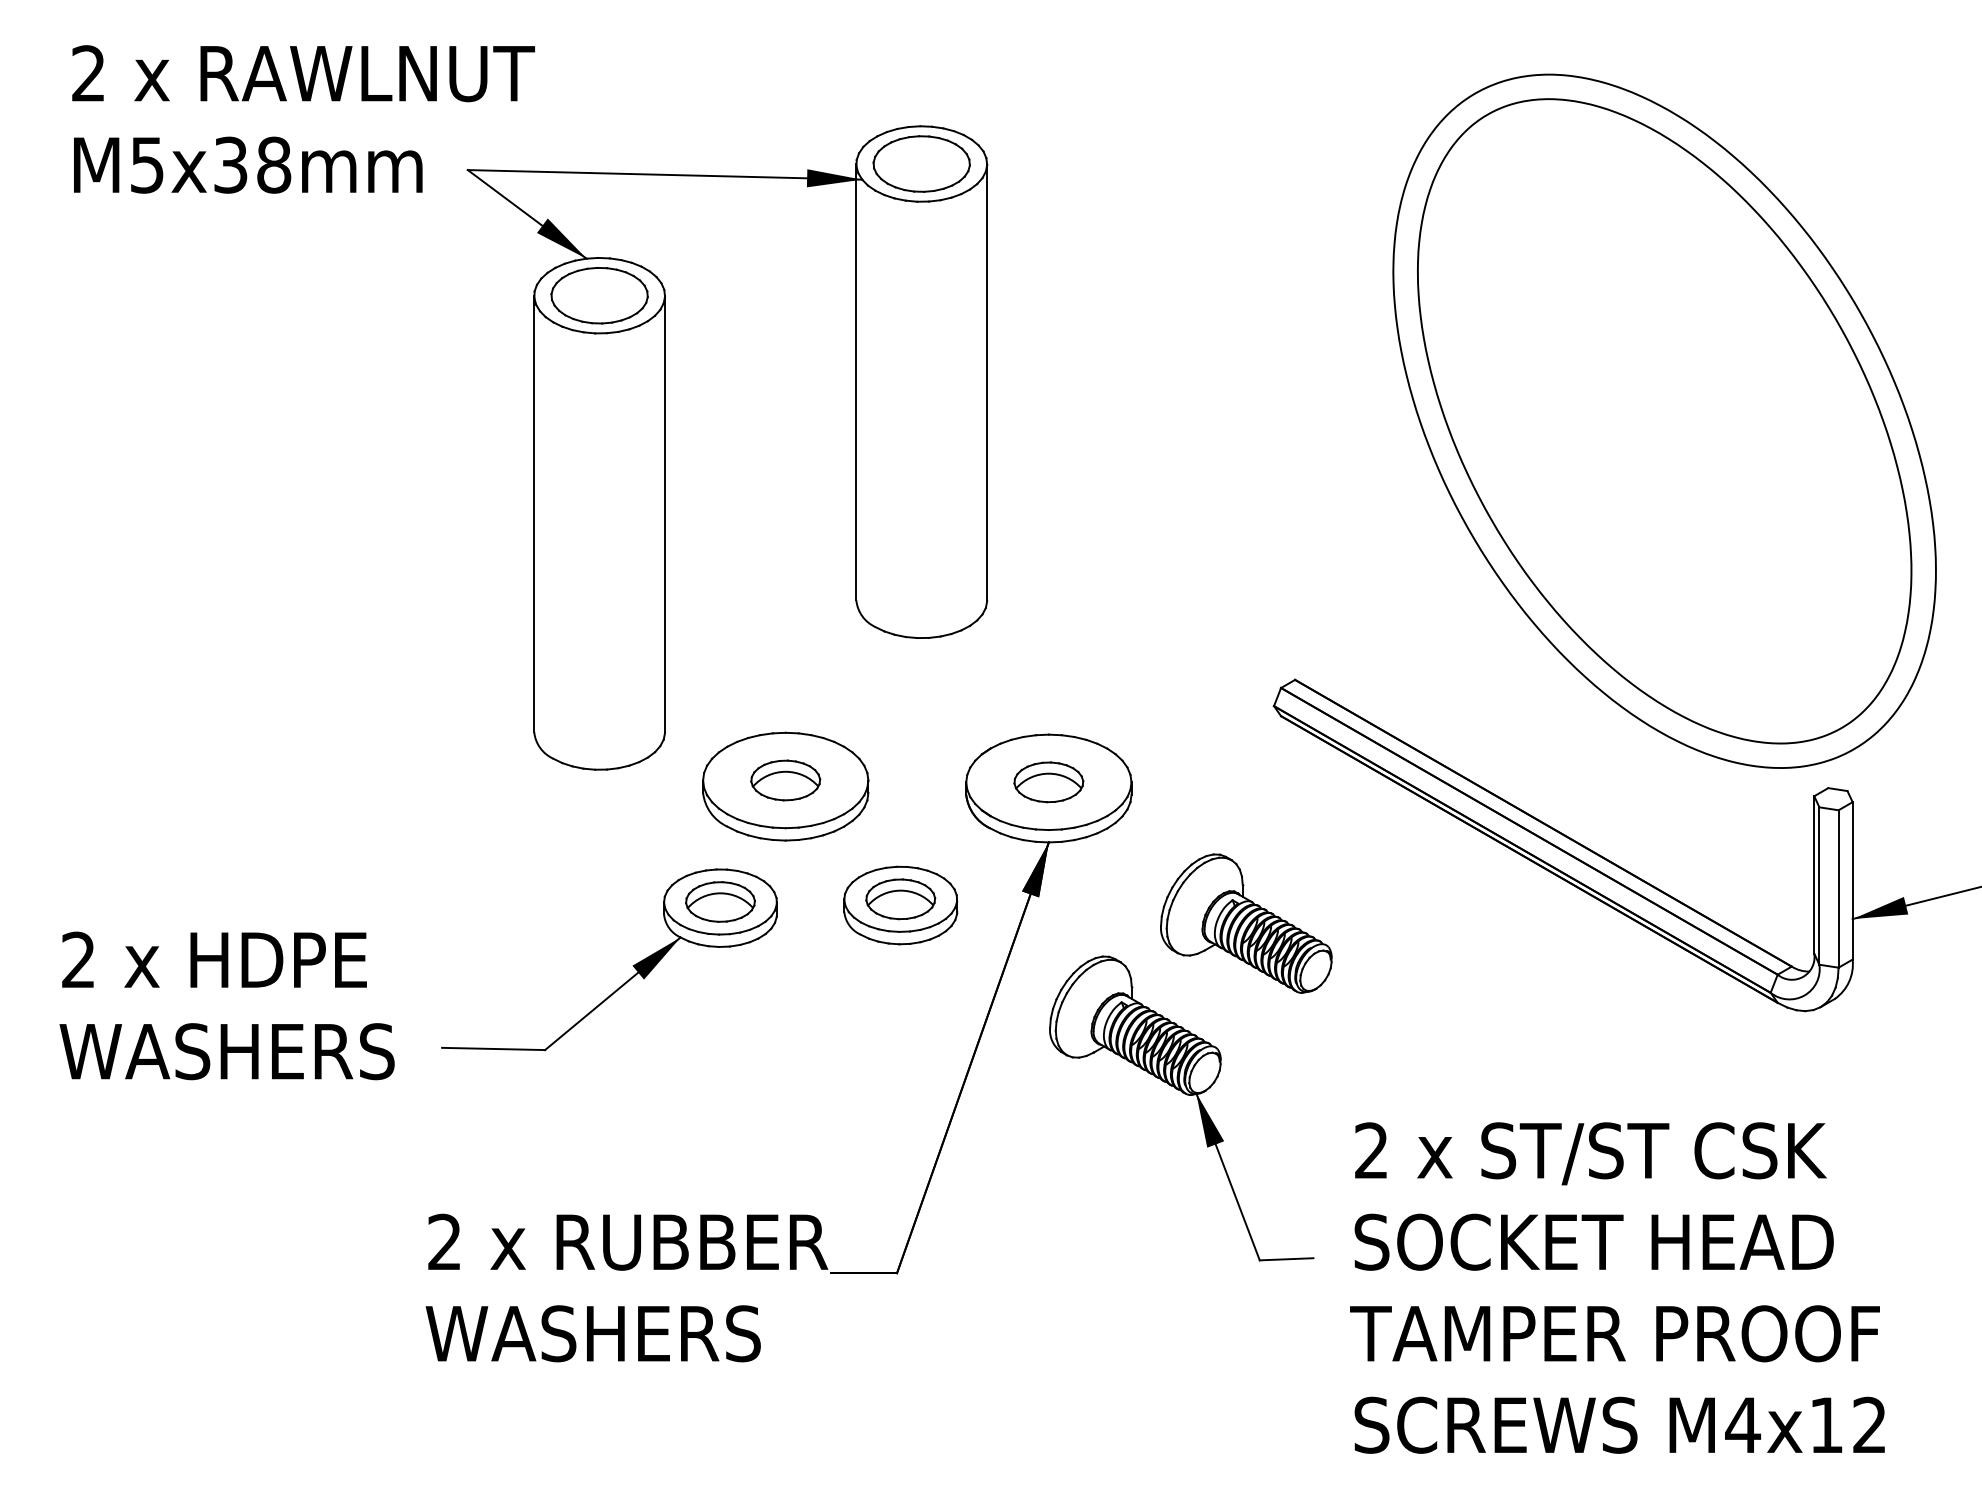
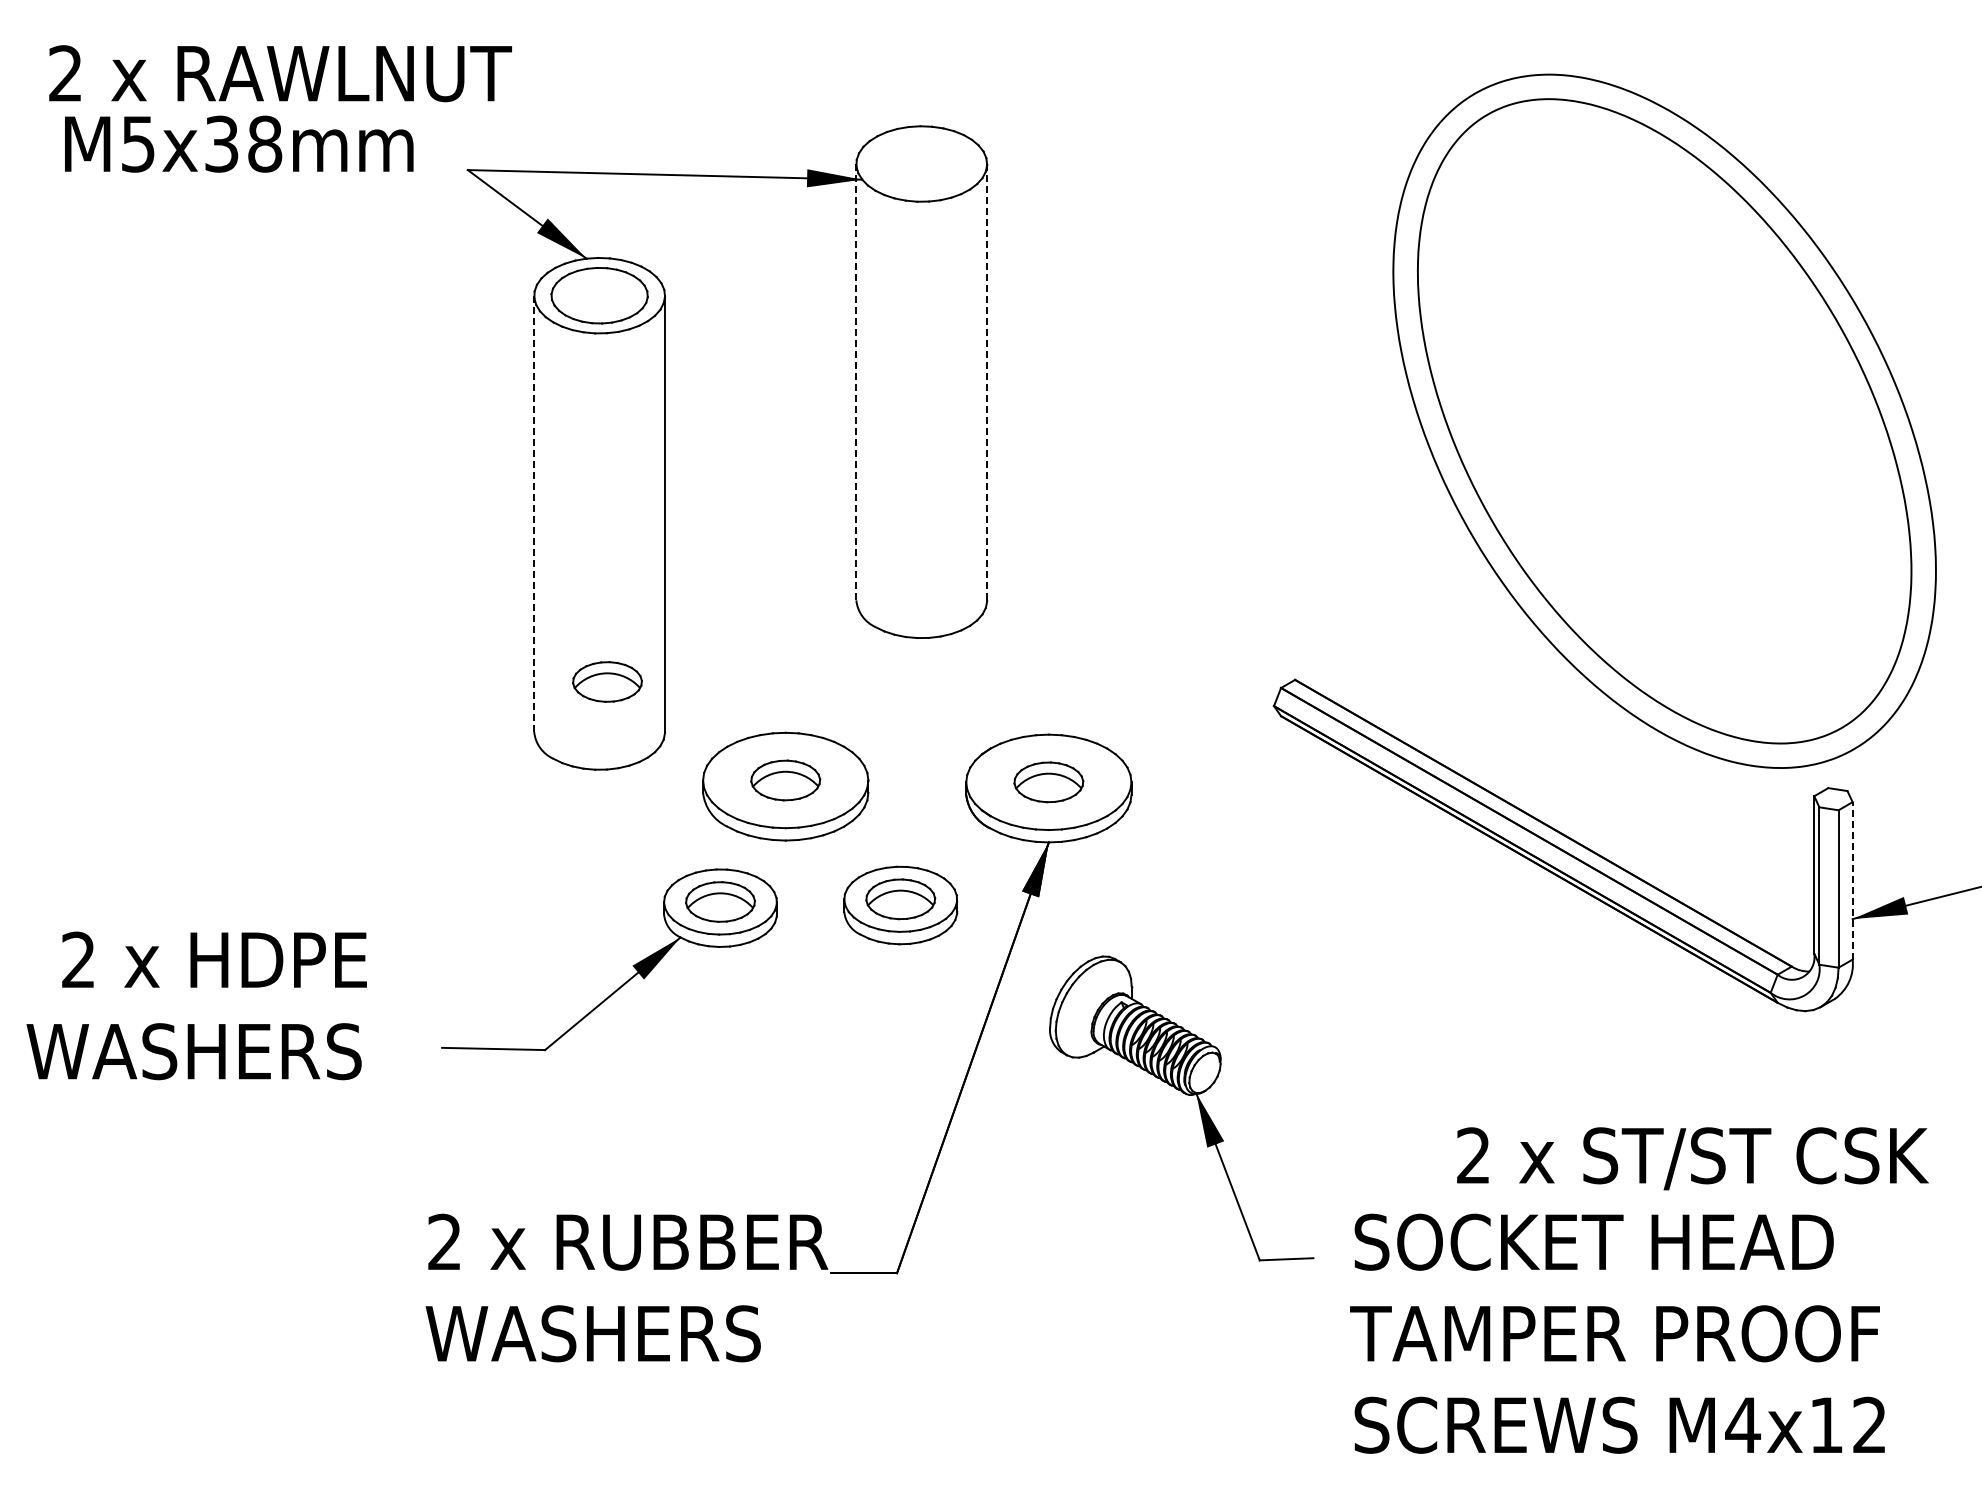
text at (303, 73) position: (303, 73) -> (280, 73)
part at (921, 163): present -> none
text at (248, 164) position: (248, 164) -> (239, 143)
line at (987, 381): solid -> dashed
line at (856, 382): solid -> dashed
line at (534, 514): solid -> dashed
part at (607, 681): none -> present
line at (1852, 880): solid -> dashed
part at (1246, 923): present -> none
text at (226, 1051) position: (226, 1051) -> (193, 1051)
text at (1590, 1153) position: (1590, 1153) -> (1692, 1158)
